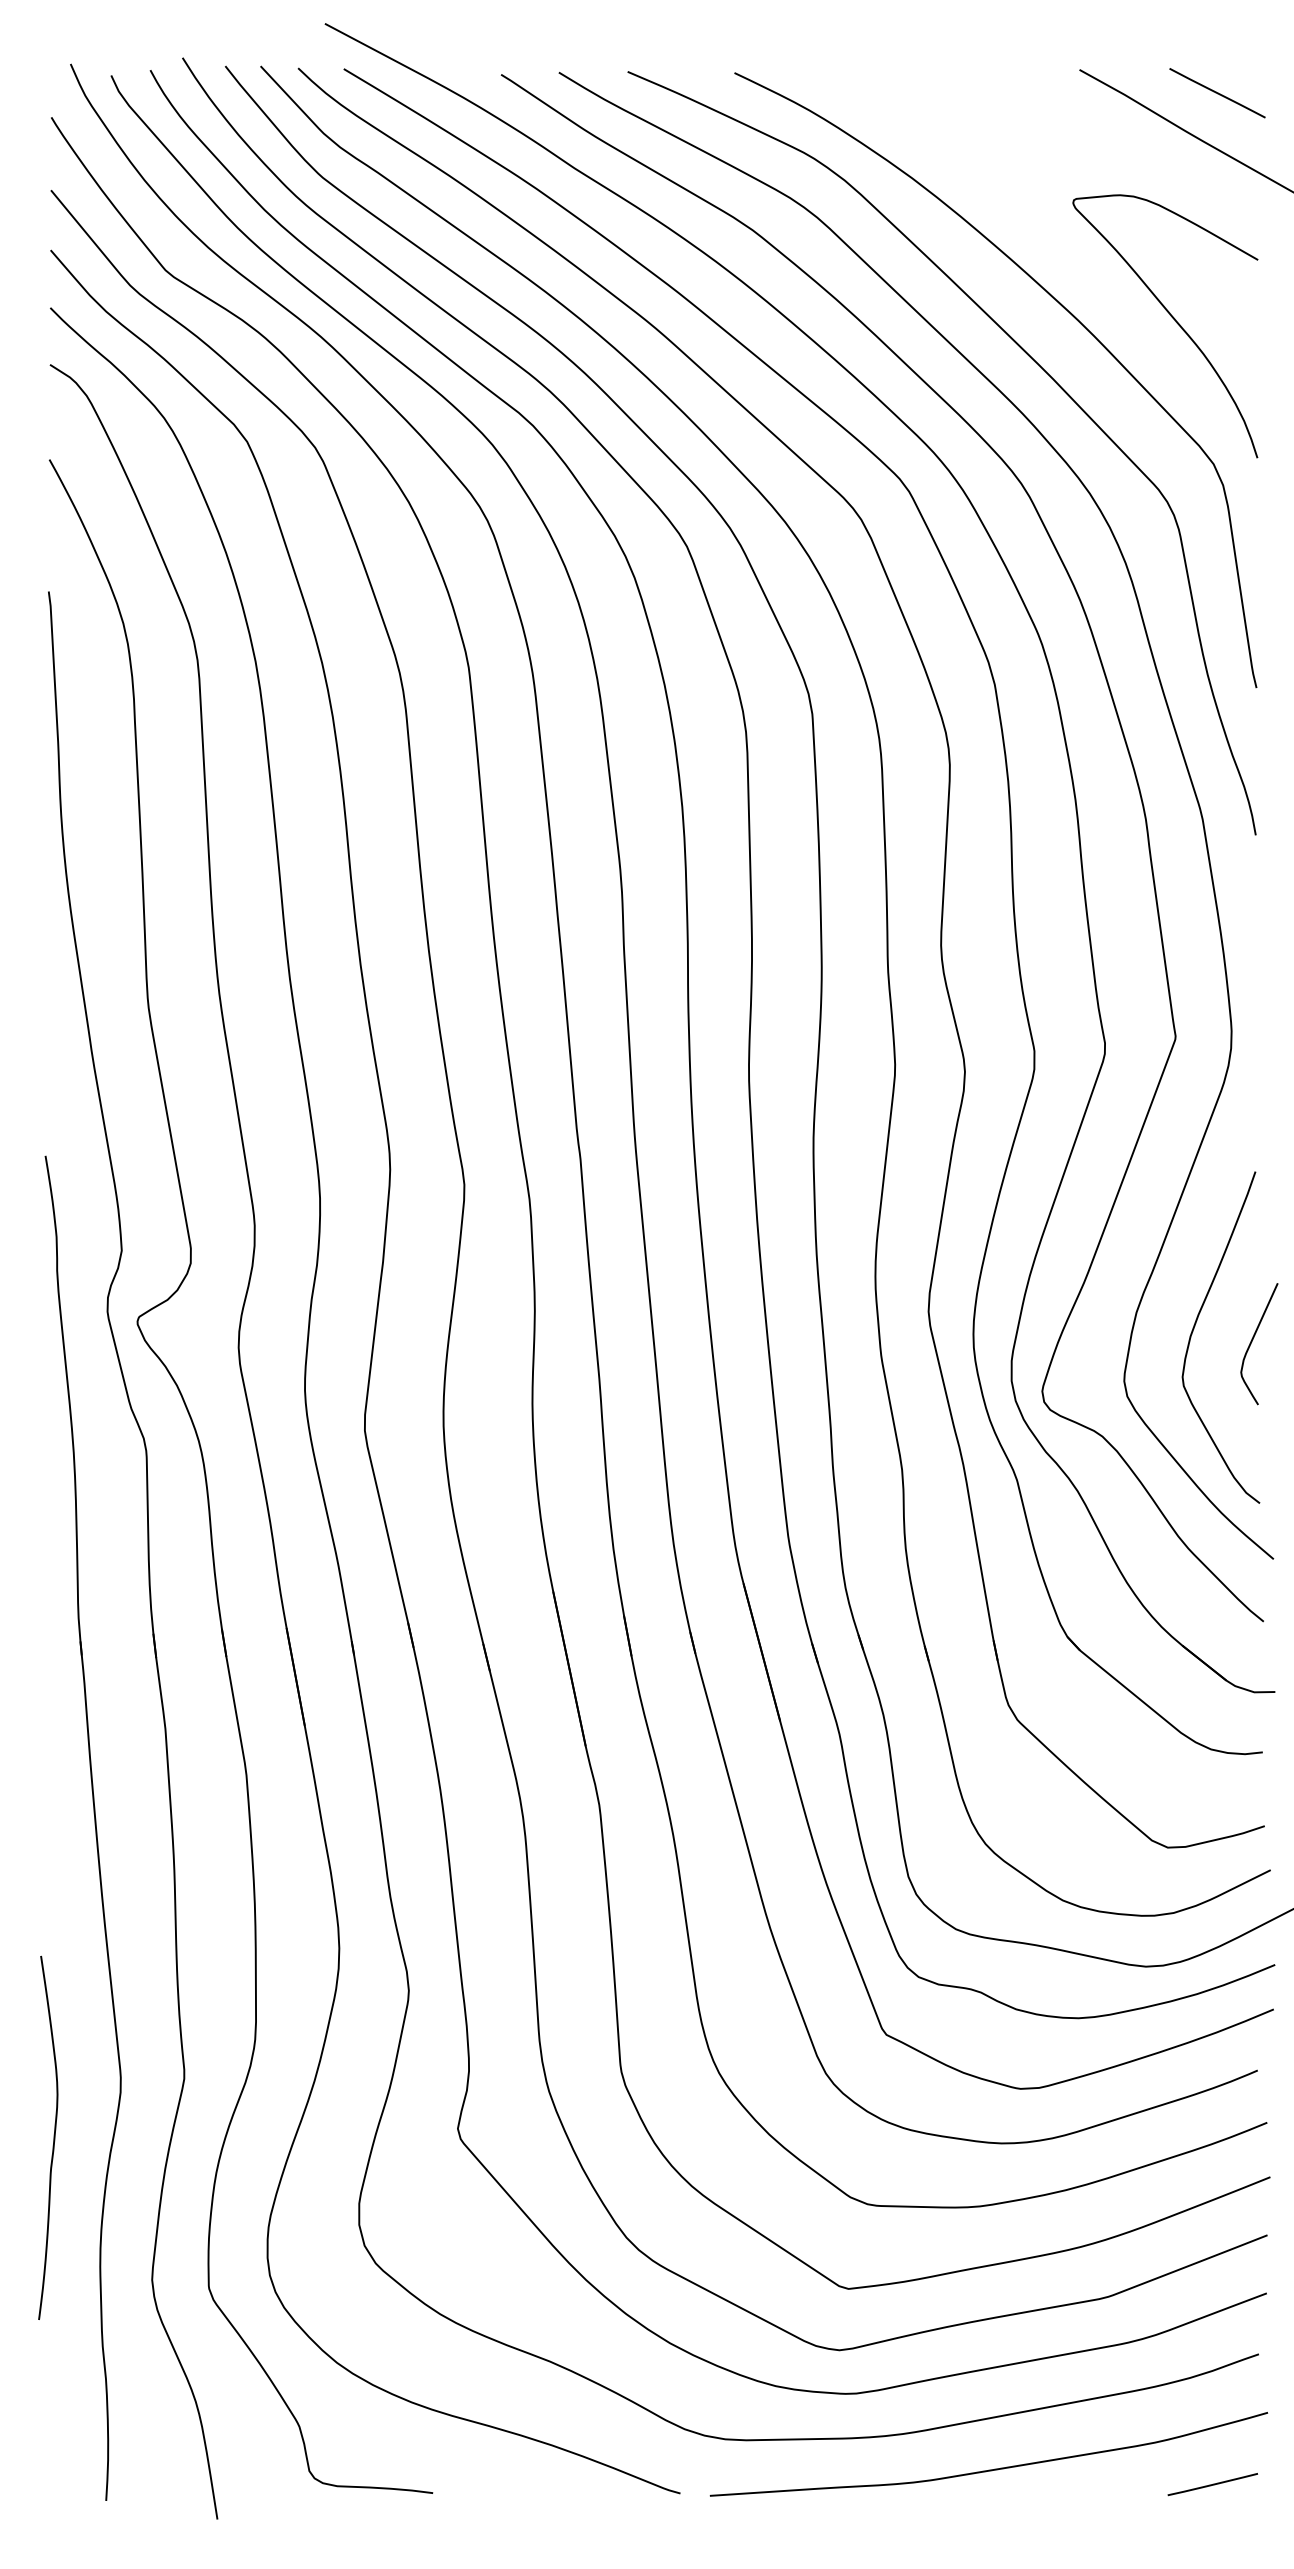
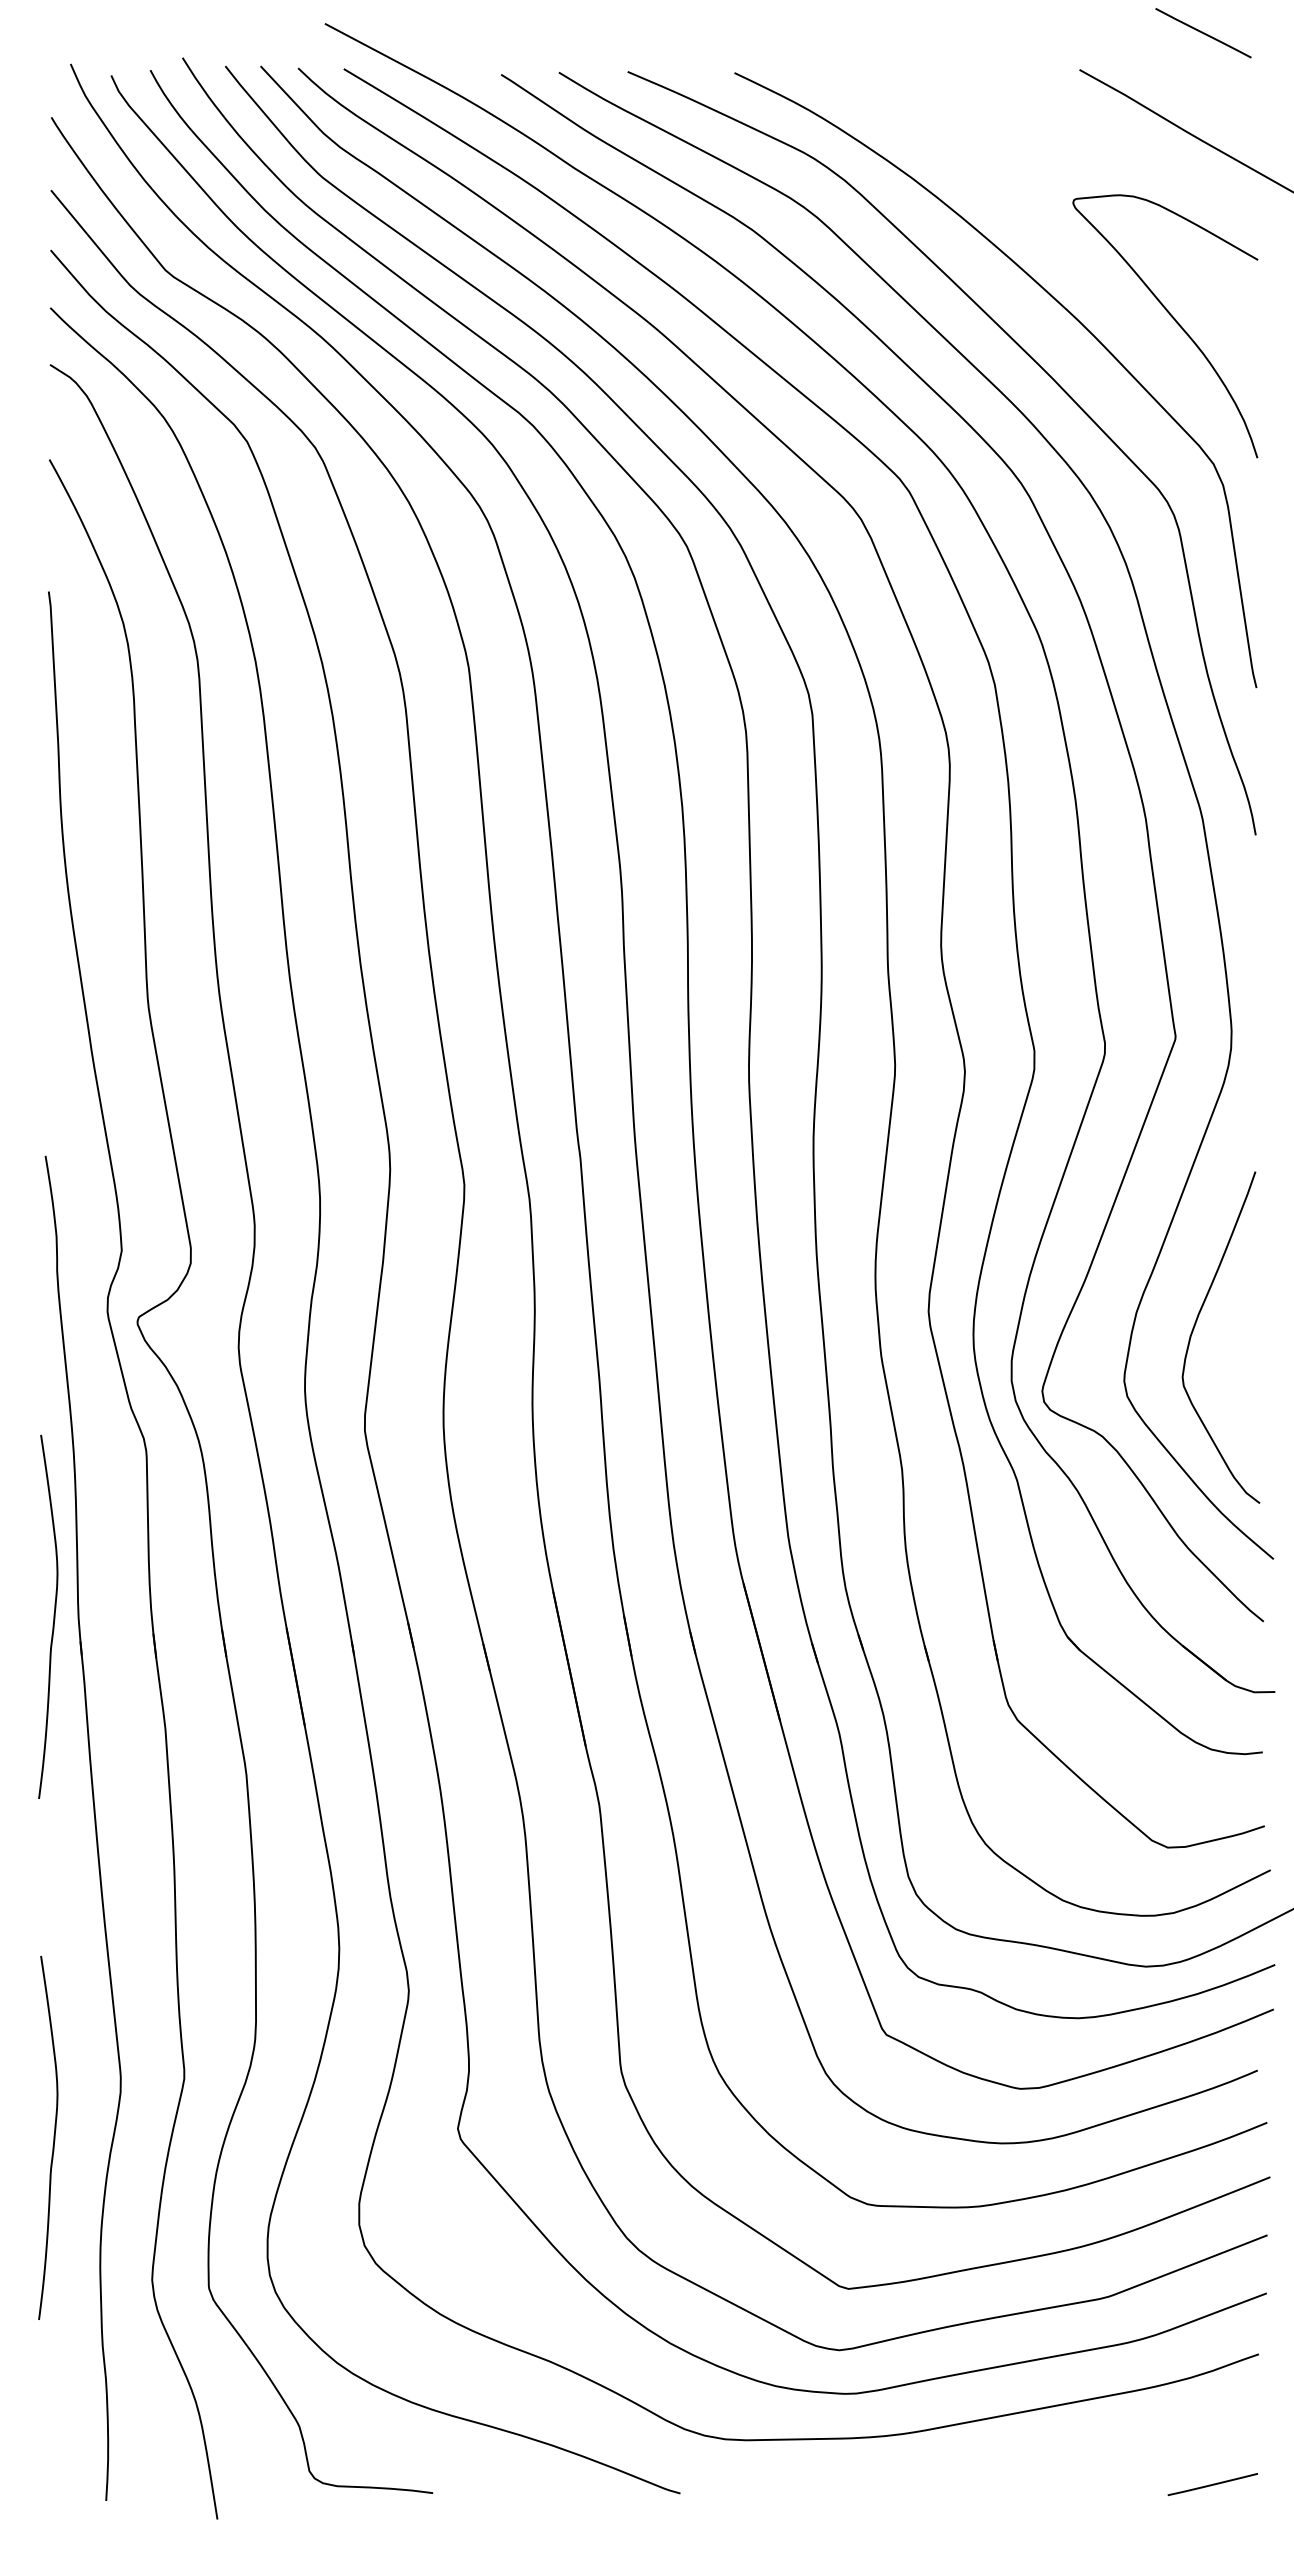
line at (1217, 93) position: (1217, 93) -> (1203, 33)
curve at (1252, 1342): present -> none
curve at (53, 1616): none -> present
curve at (988, 2469): present -> none
